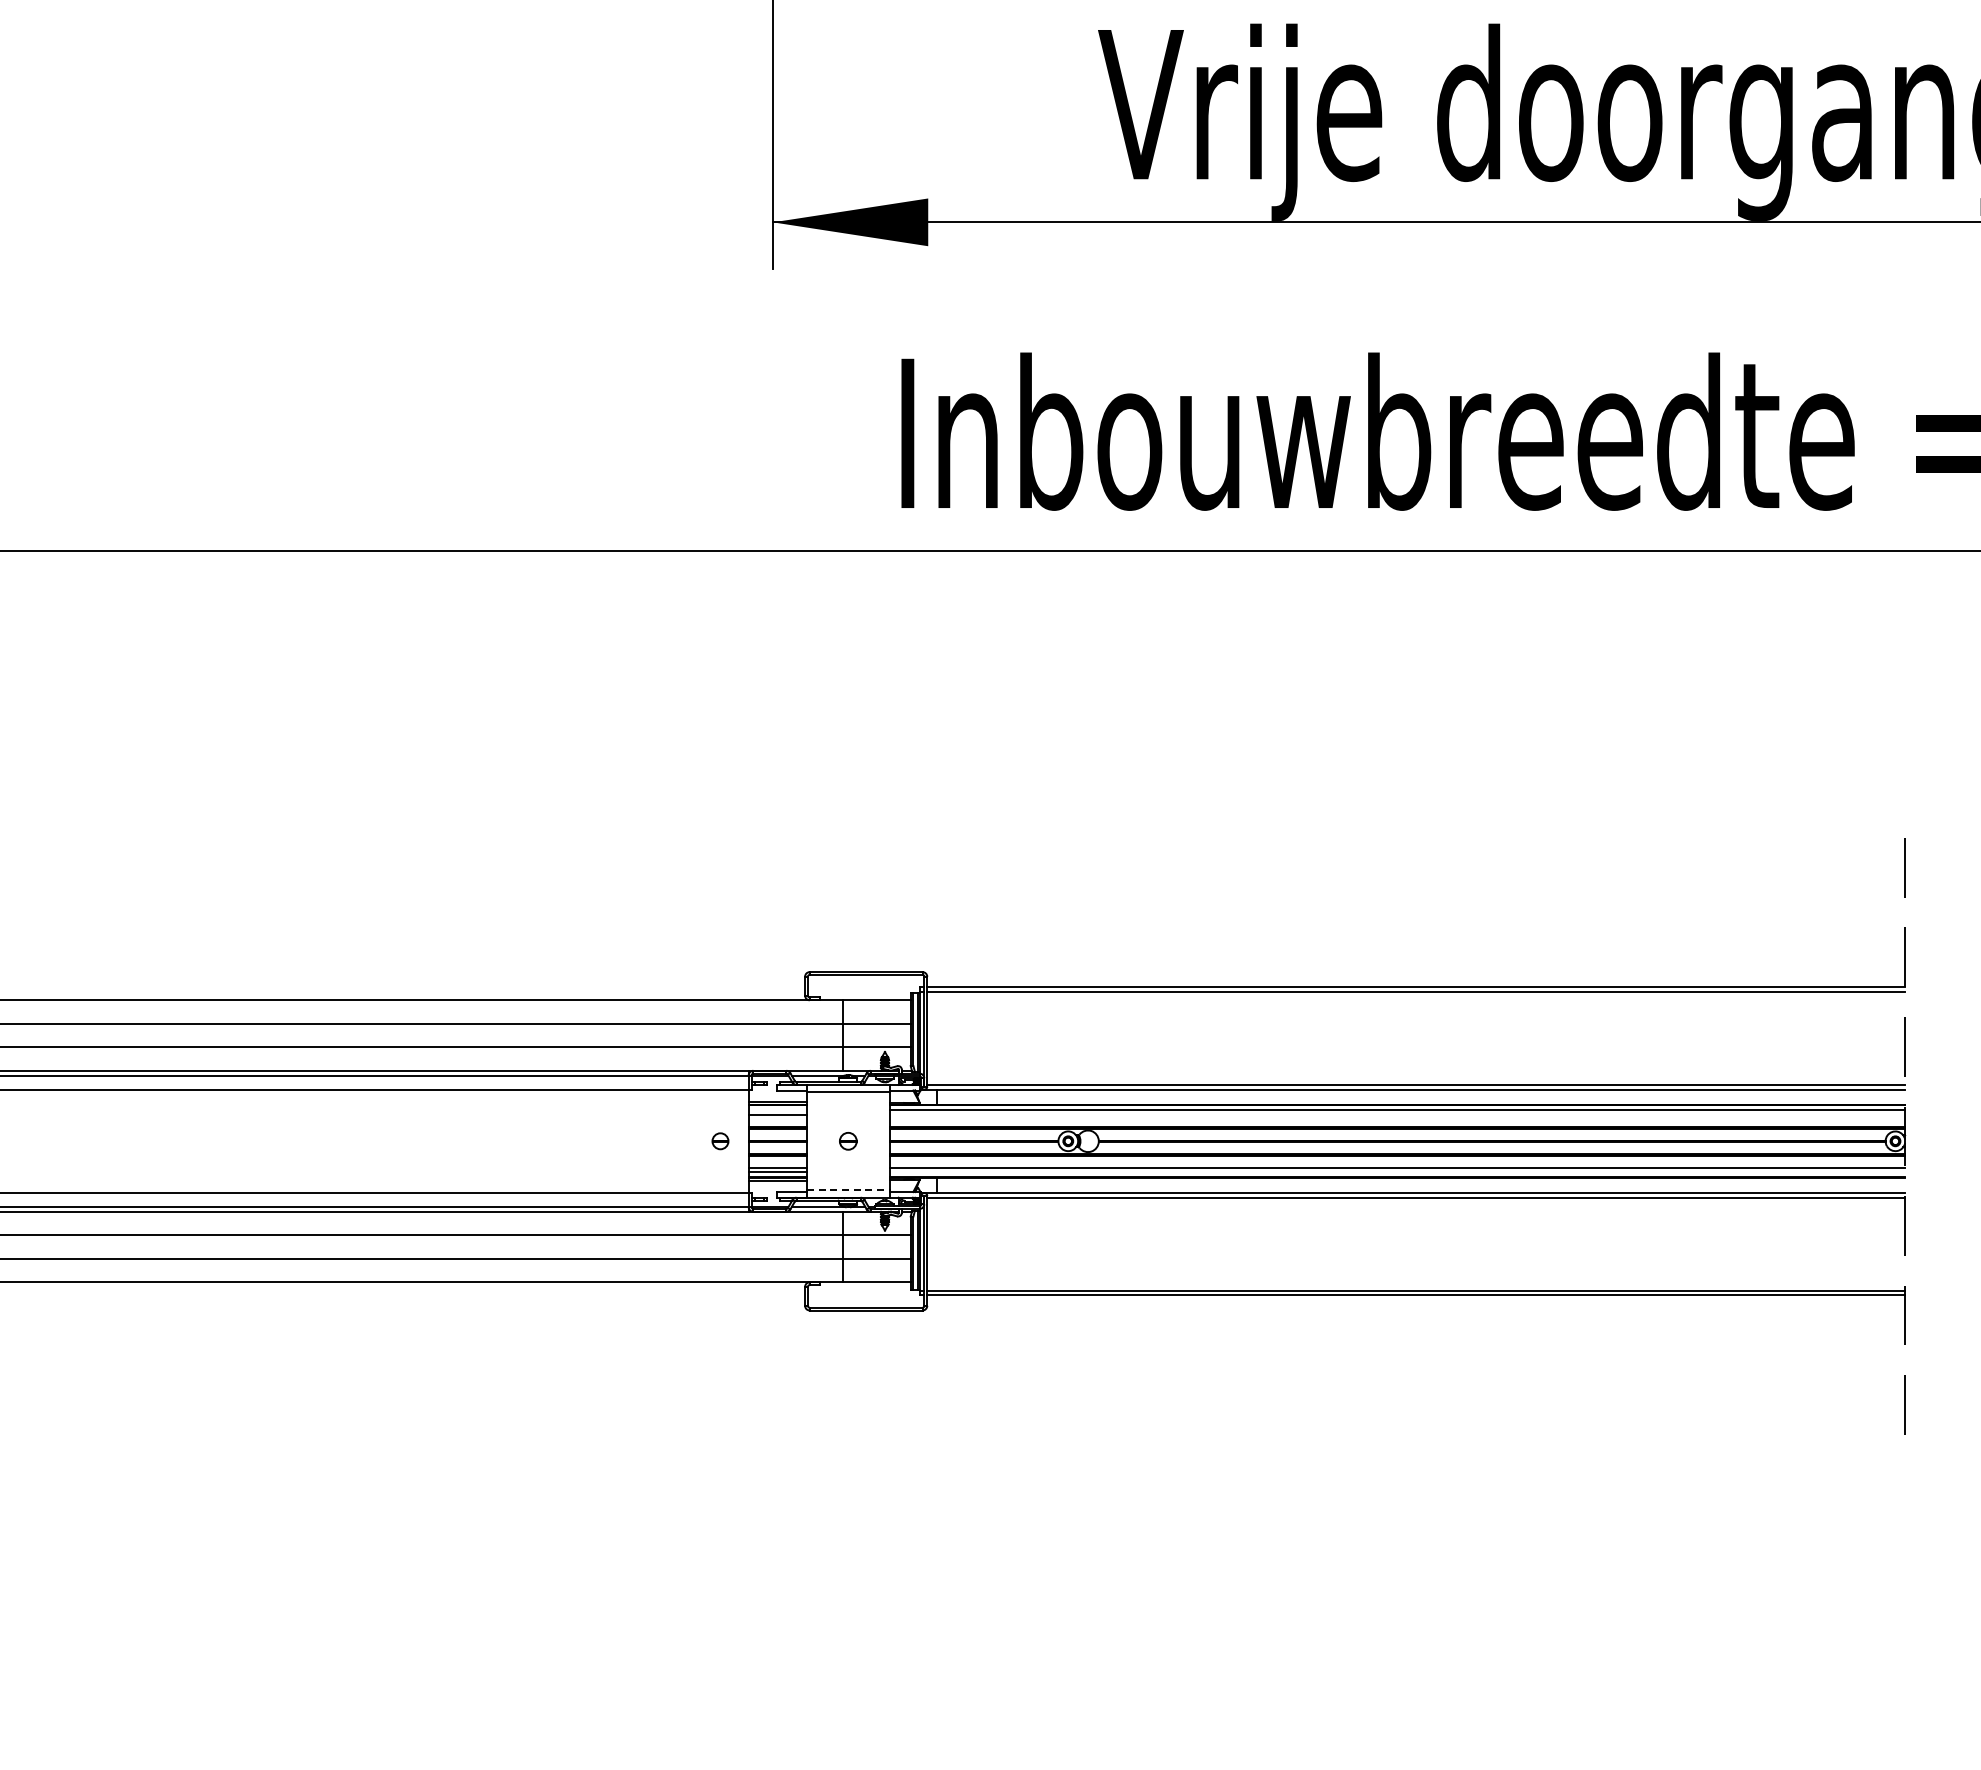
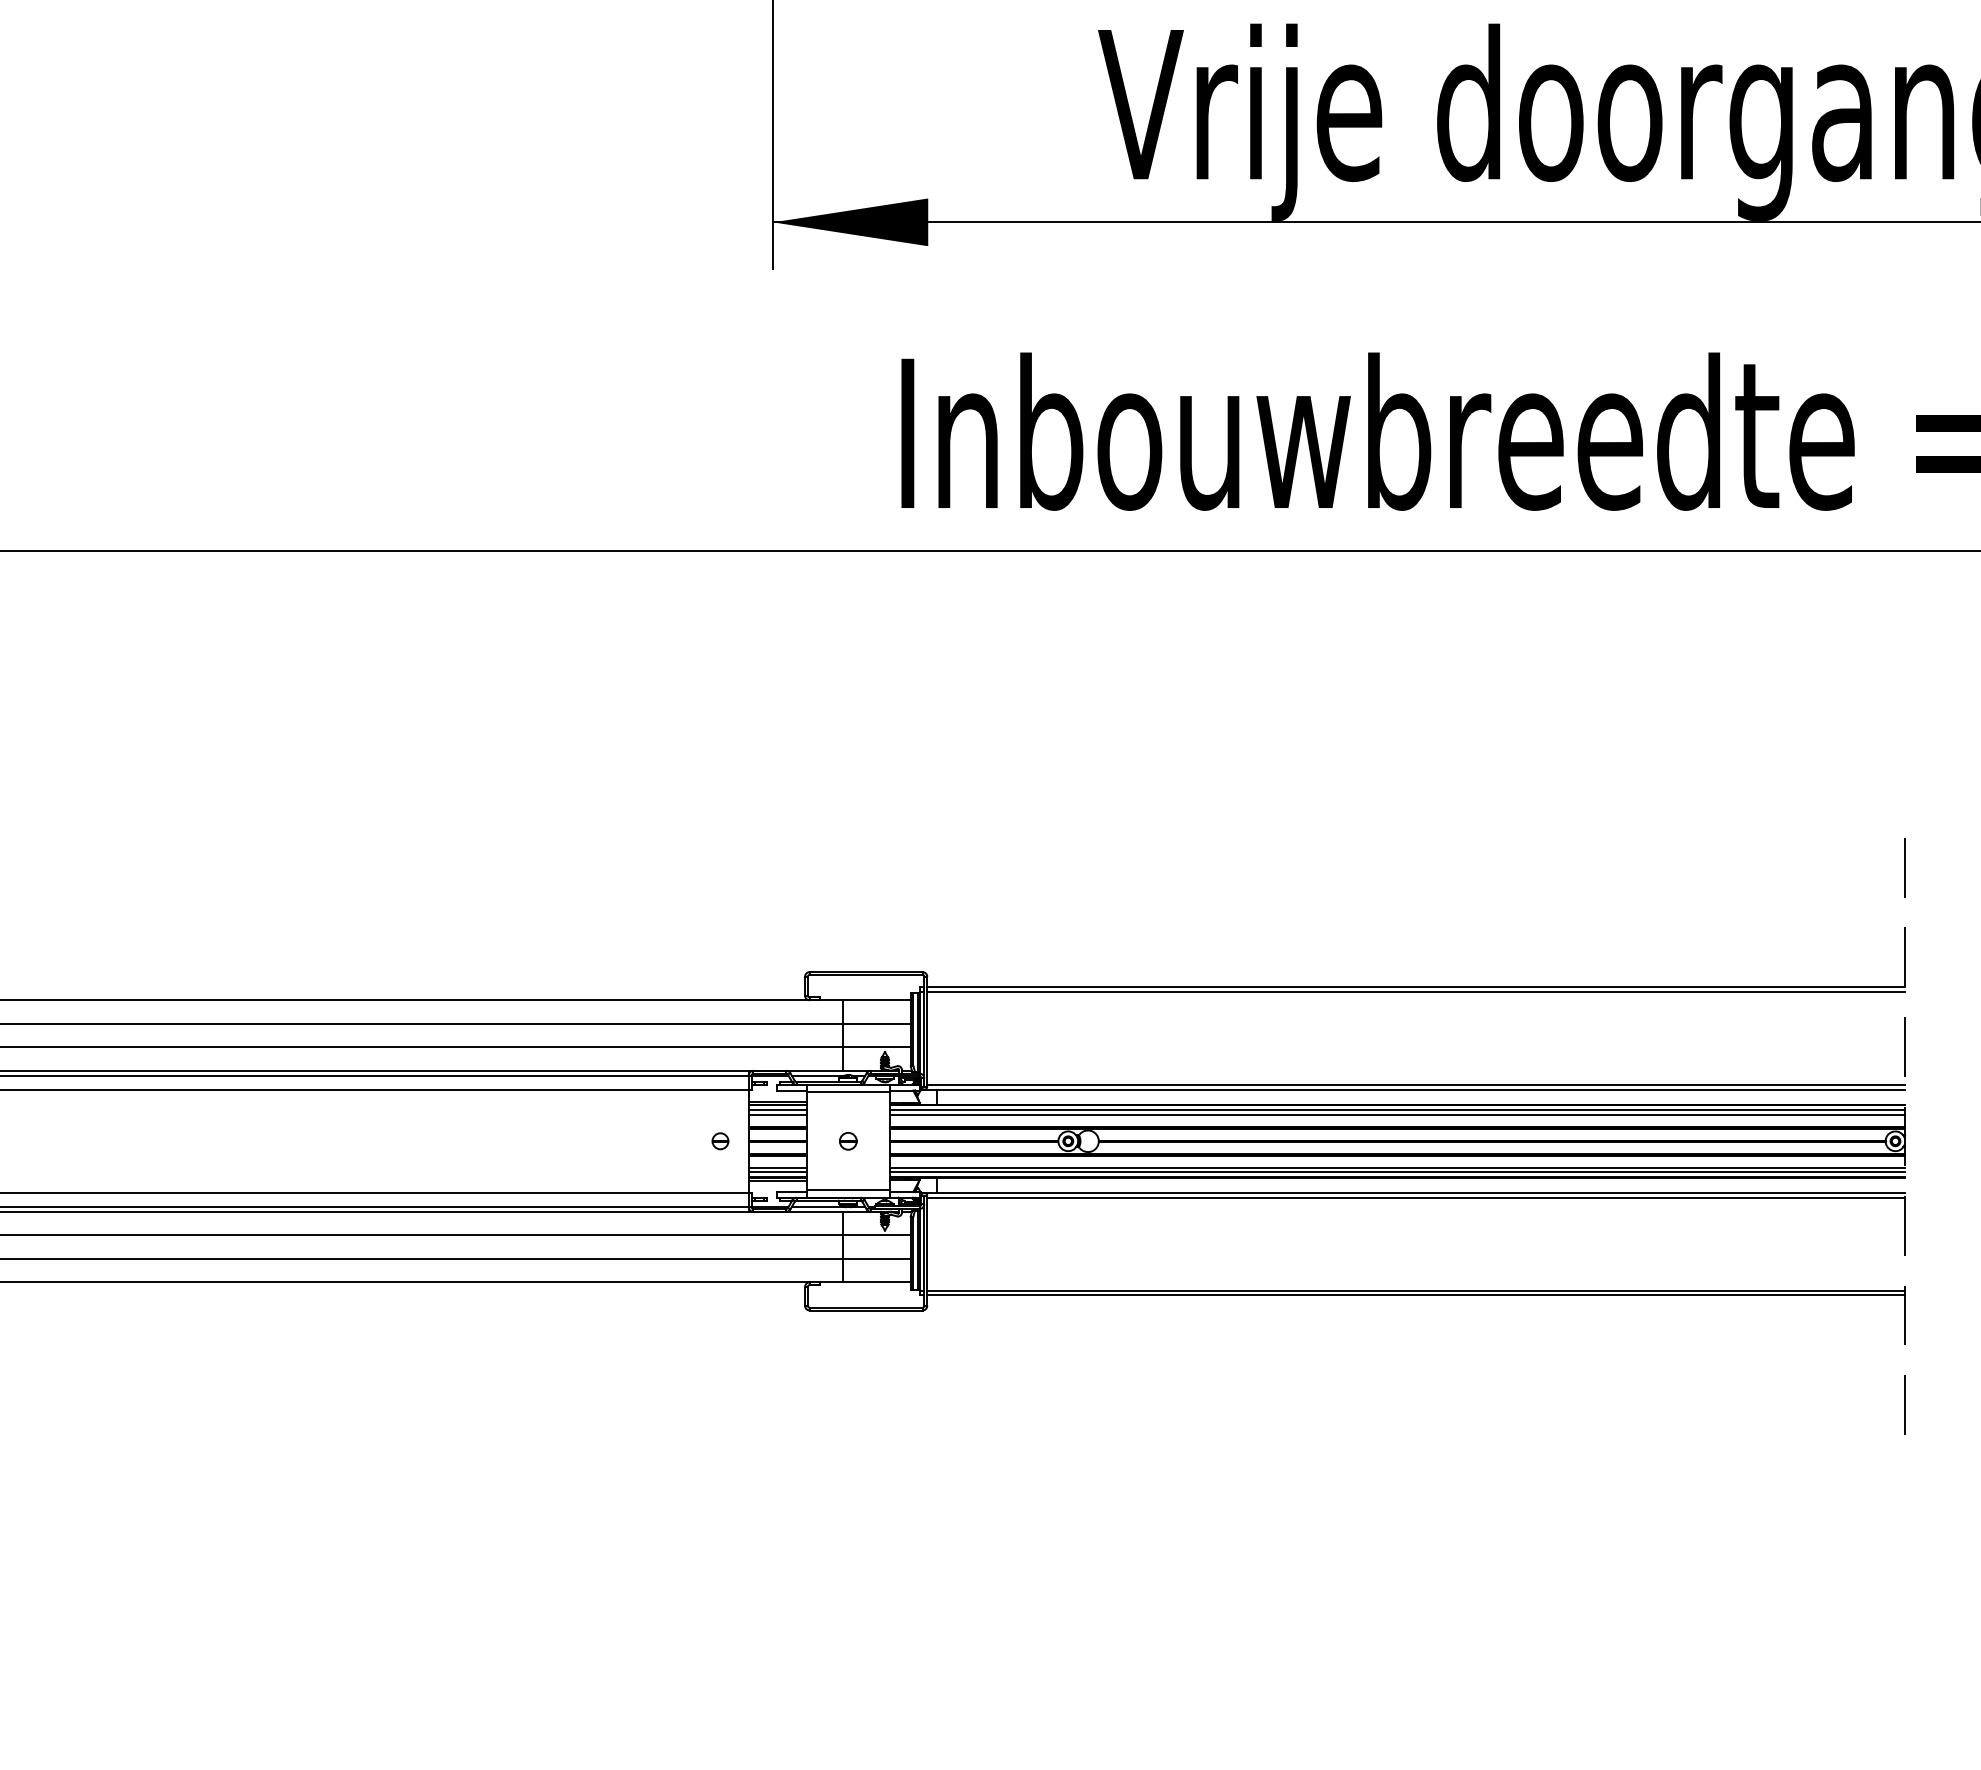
line at (777, 1110): none -> present
line at (1397, 1114): none -> present
line at (1397, 1172): none -> present
line at (848, 1190): dashed -> solid
